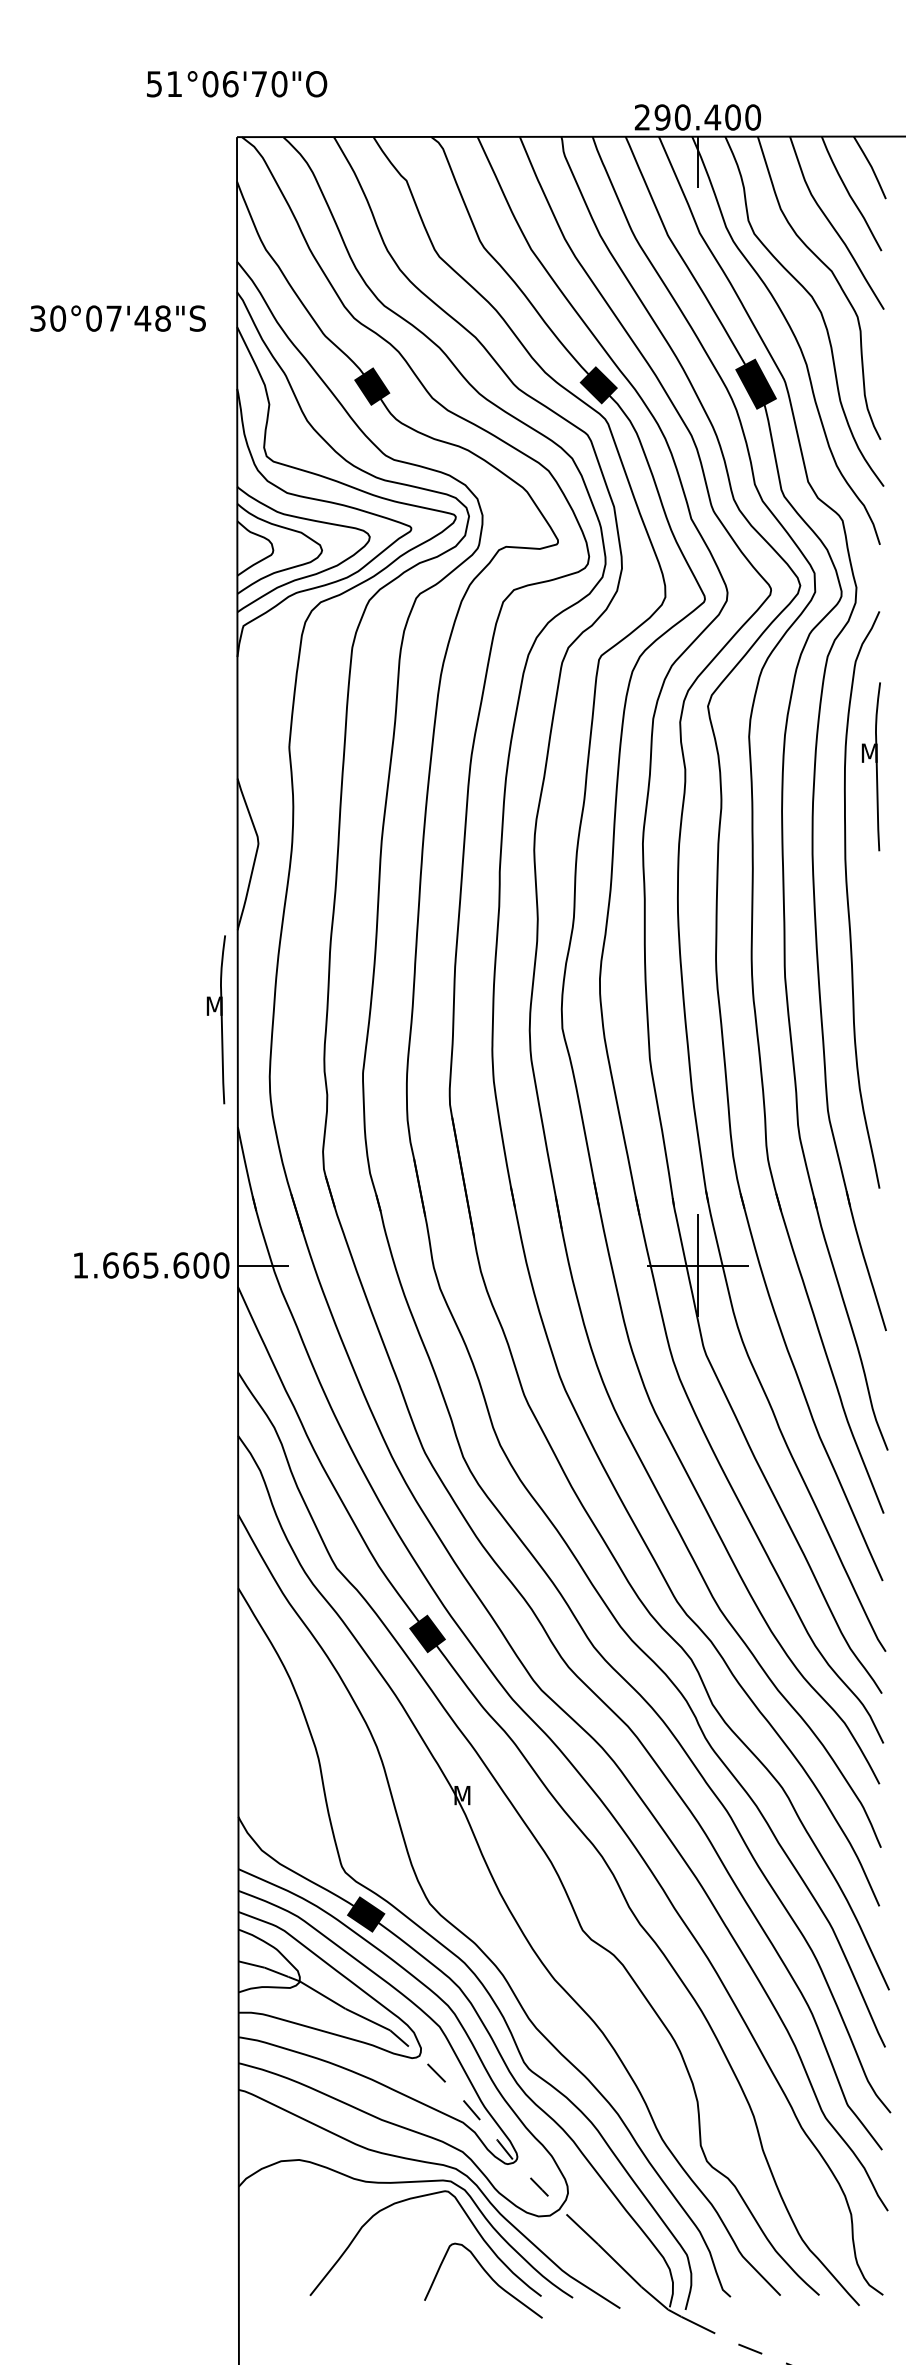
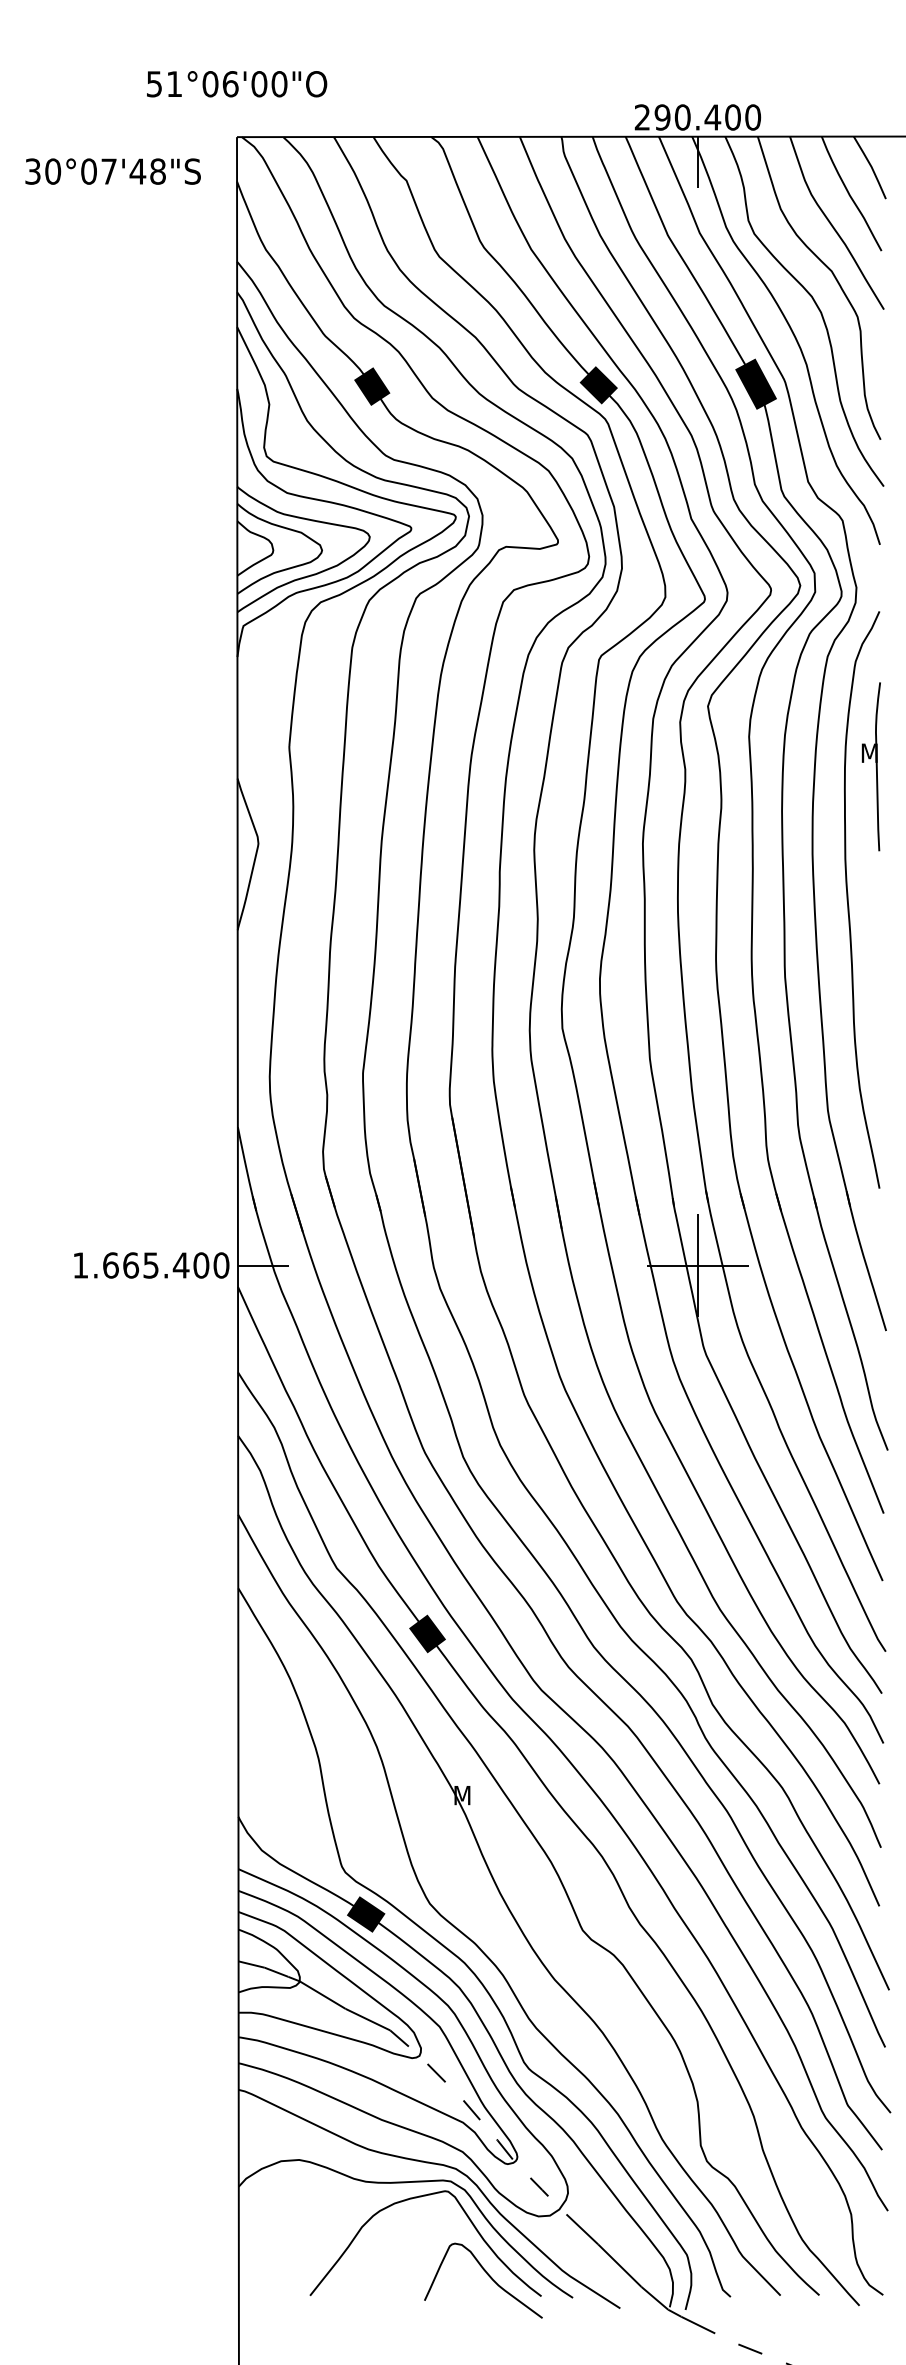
text at (259, 84): 51°06'70"O -> 51°06'00"O
text at (117, 318) position: (117, 318) -> (112, 171)
part at (215, 1019): present -> none
text at (180, 1265): 1.665.600 -> 1.665.400
